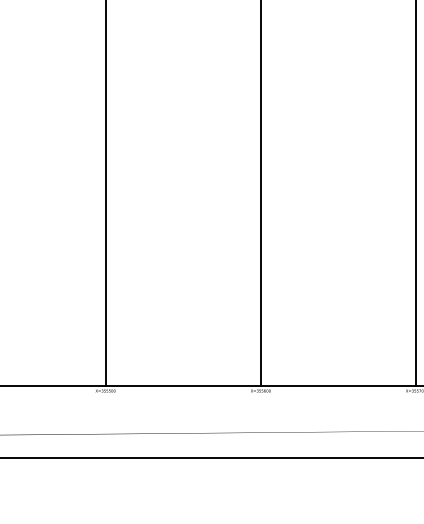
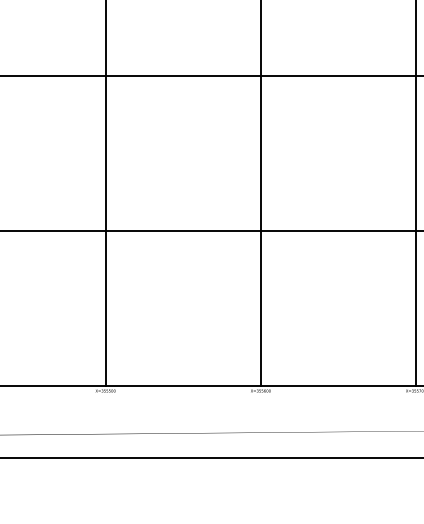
line at (211, 76): none -> present
line at (211, 231): none -> present
